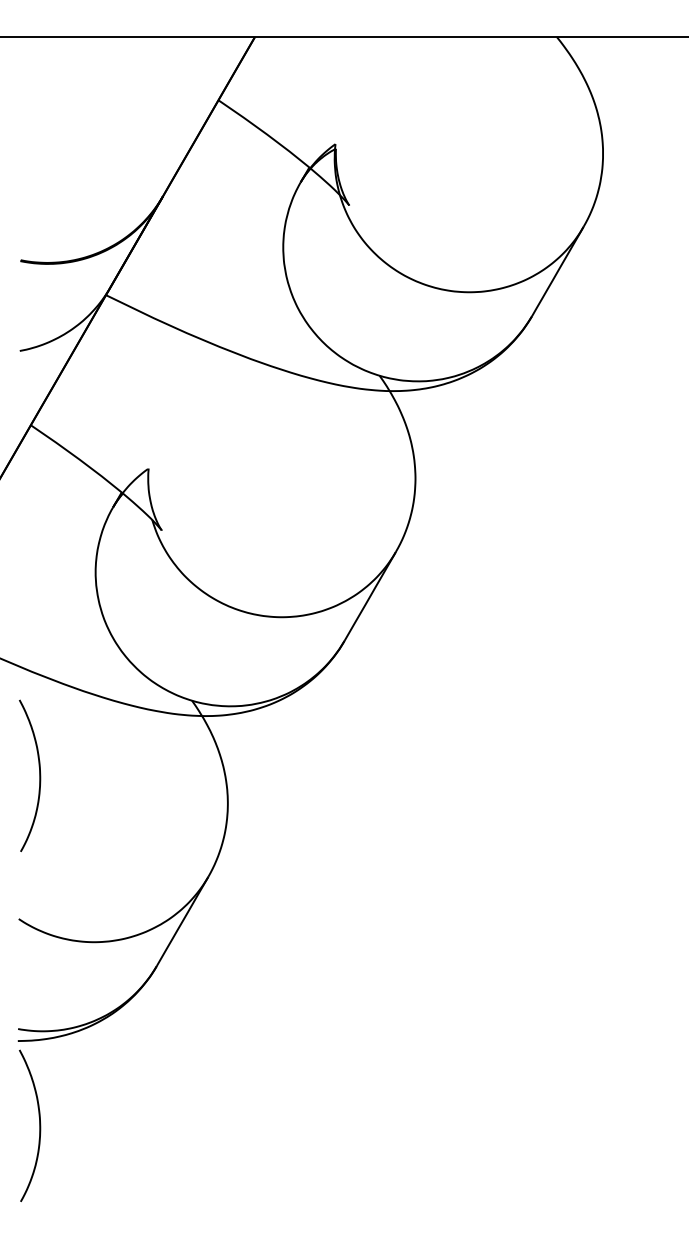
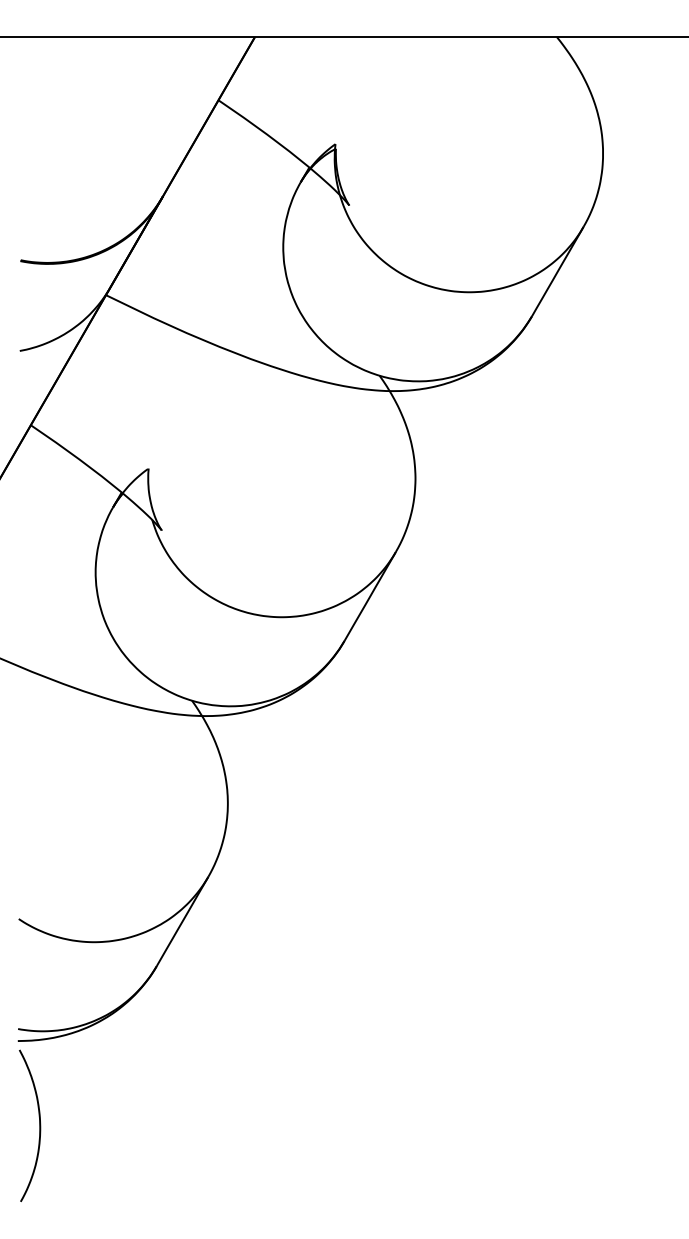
curve at (39, 775): present -> none
